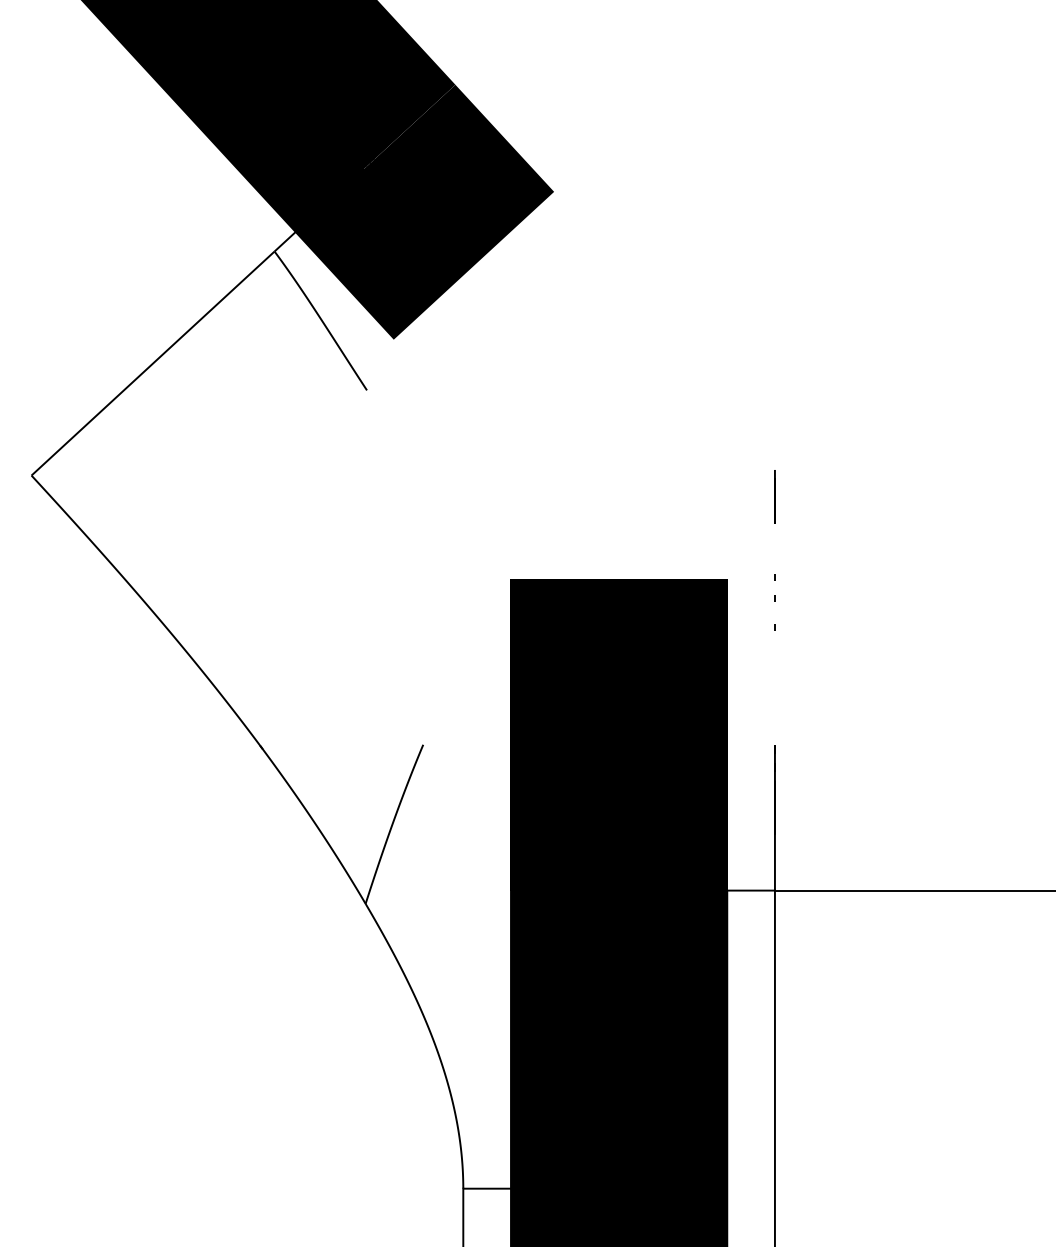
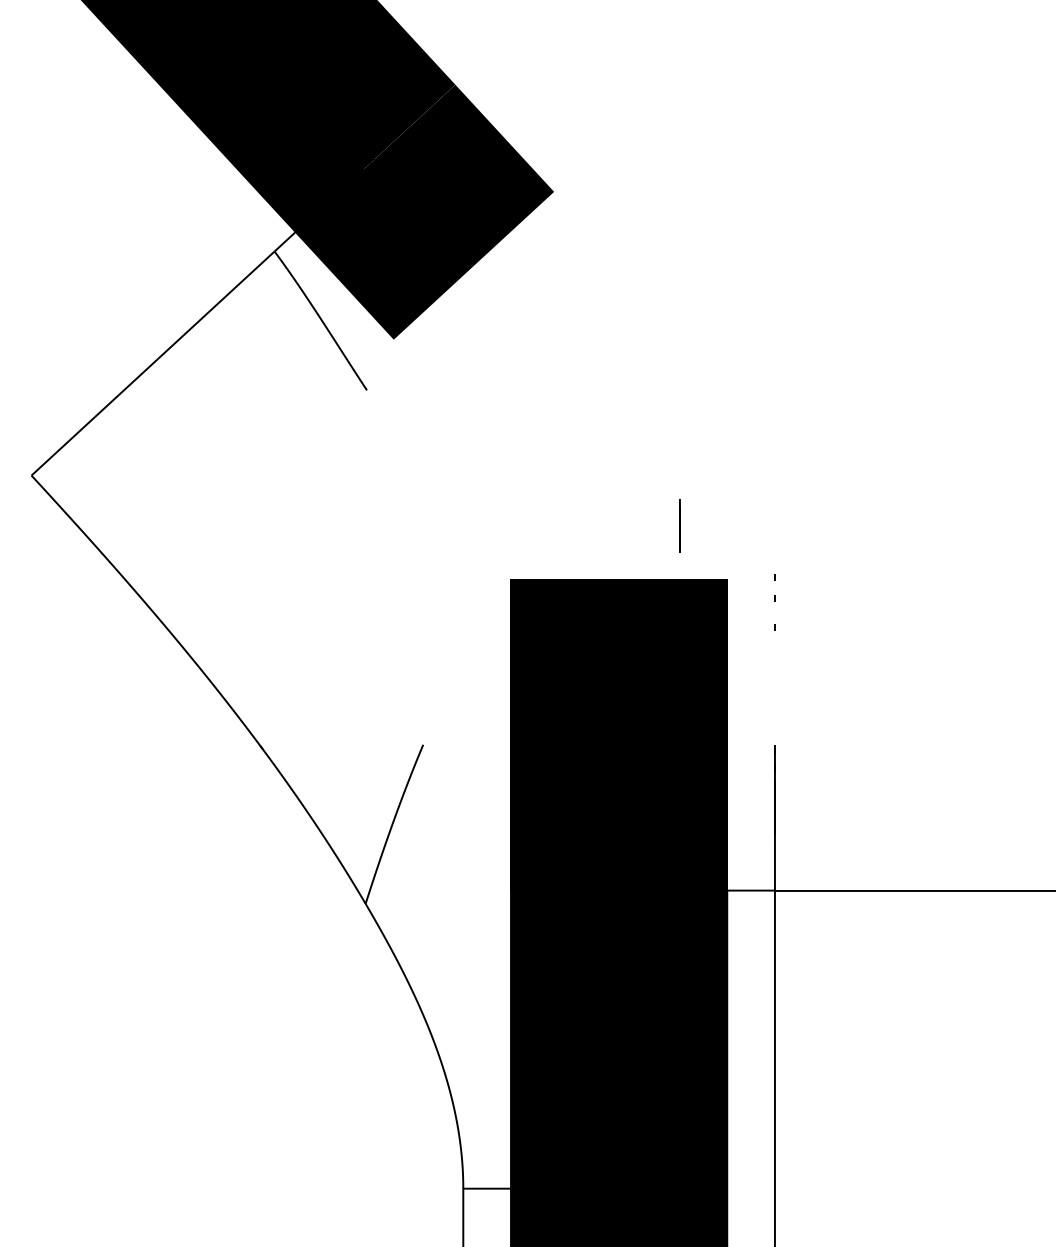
line at (774, 496) position: (774, 496) -> (679, 525)
